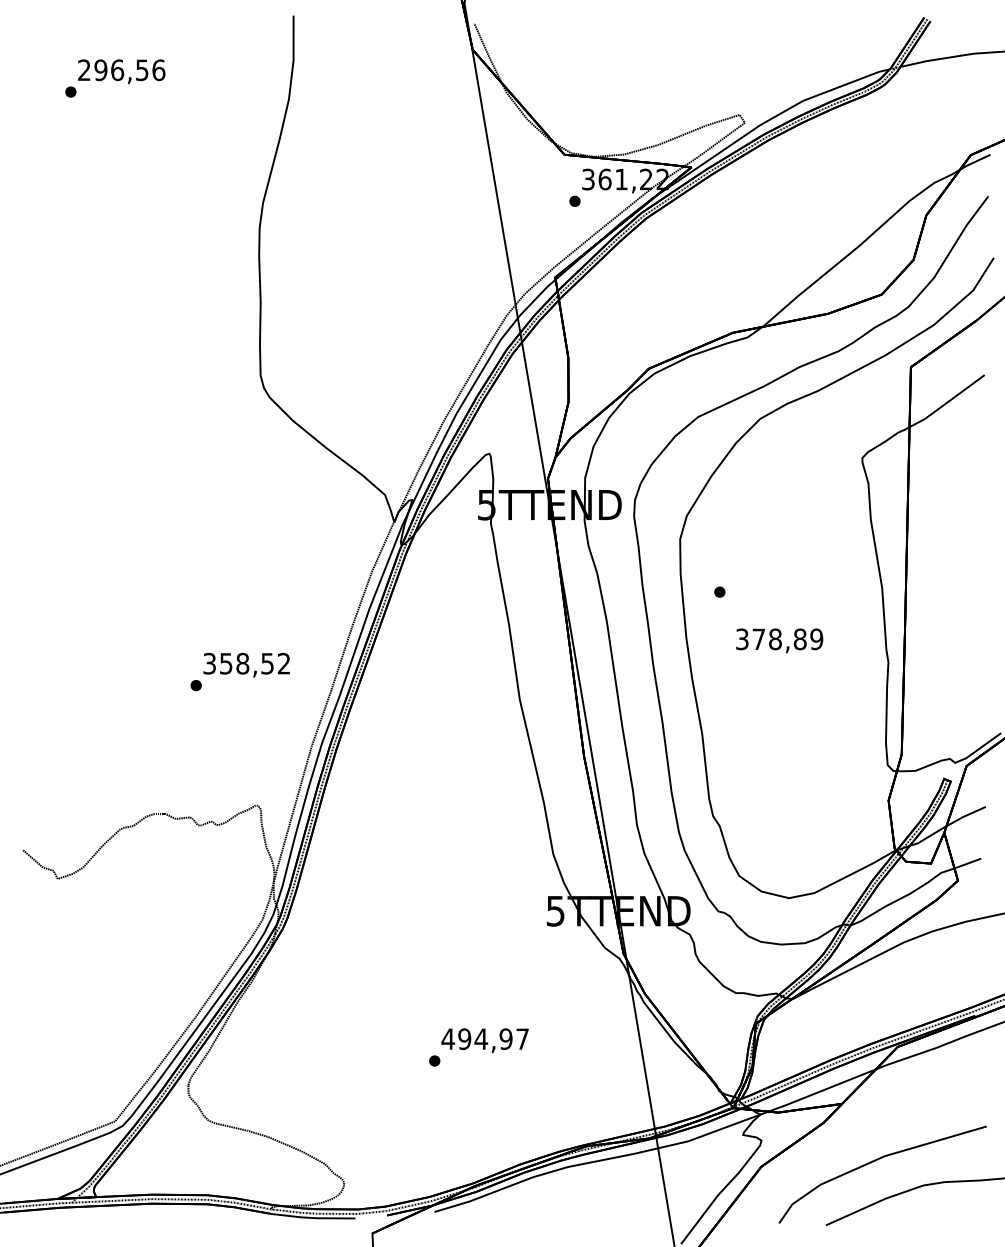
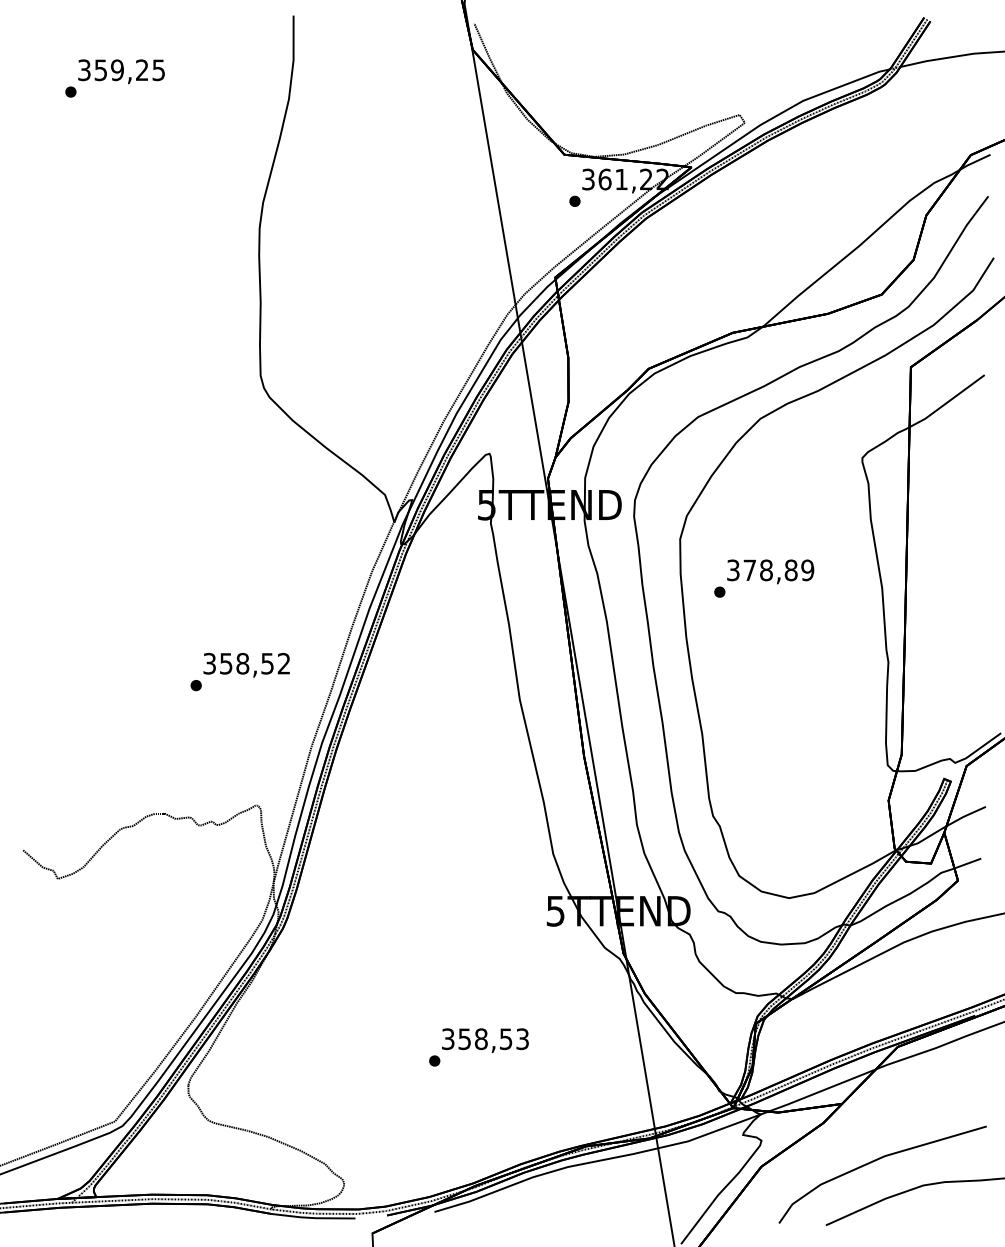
text at (121, 70): 296,56 -> 359,25
text at (779, 640) position: (779, 640) -> (770, 571)
text at (484, 1039): 494,97 -> 358,53
